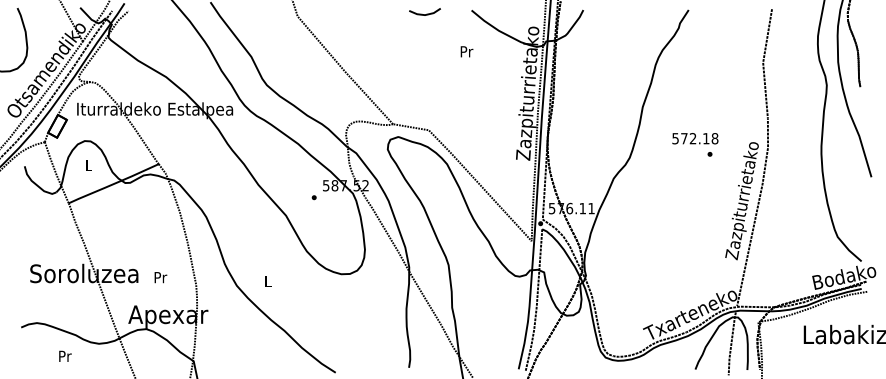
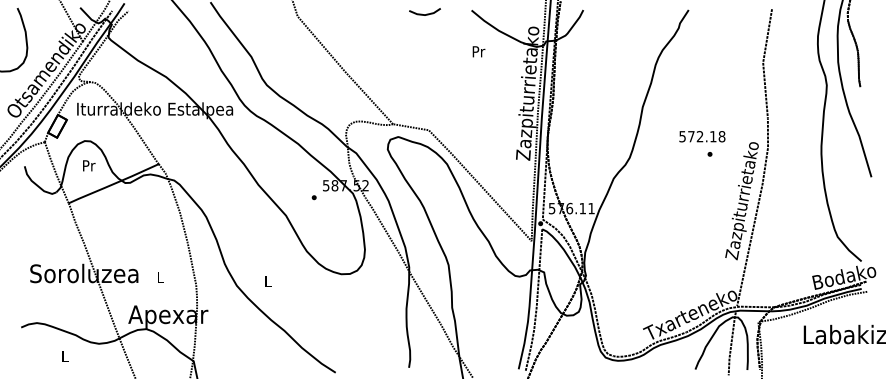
text at (466, 51) position: (466, 51) -> (478, 51)
text at (695, 138) position: (695, 138) -> (702, 136)
text at (89, 165): L -> Pr
text at (160, 277): Pr -> L
text at (65, 355): Pr -> L
